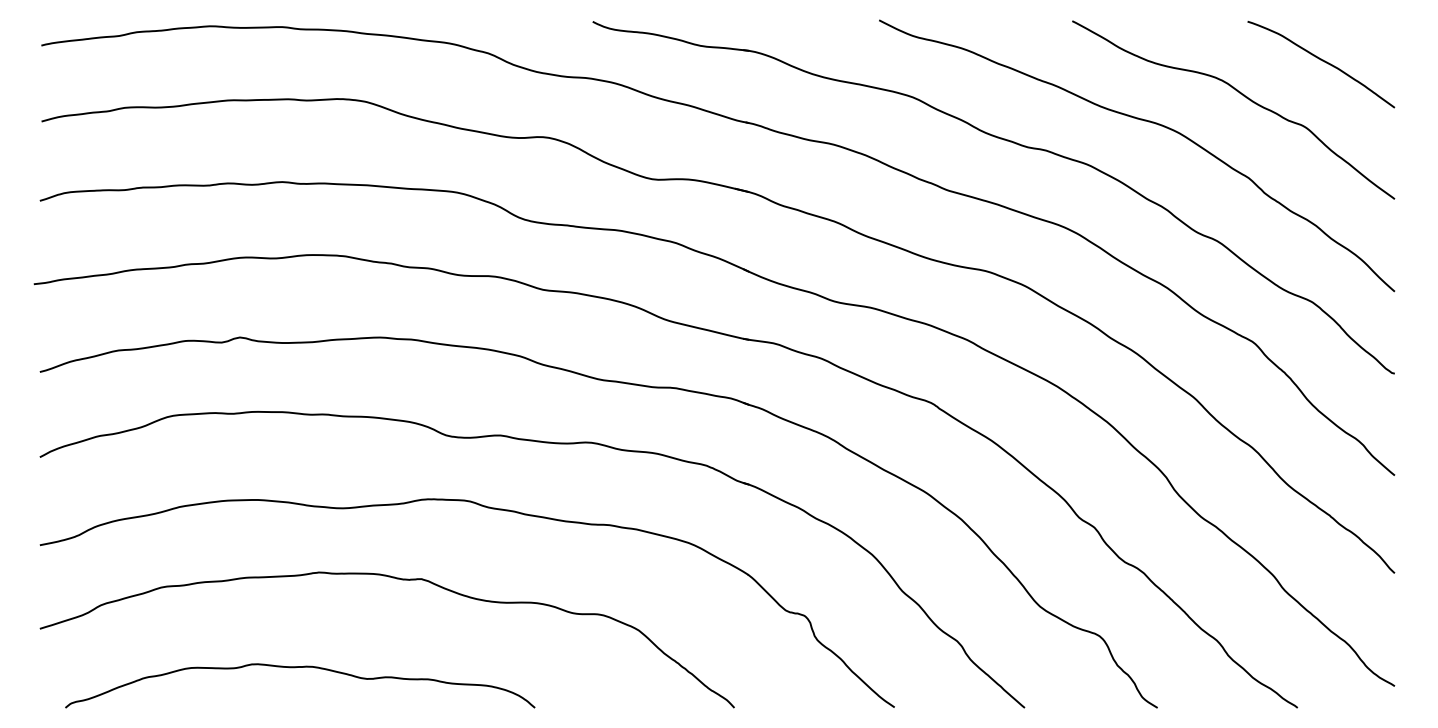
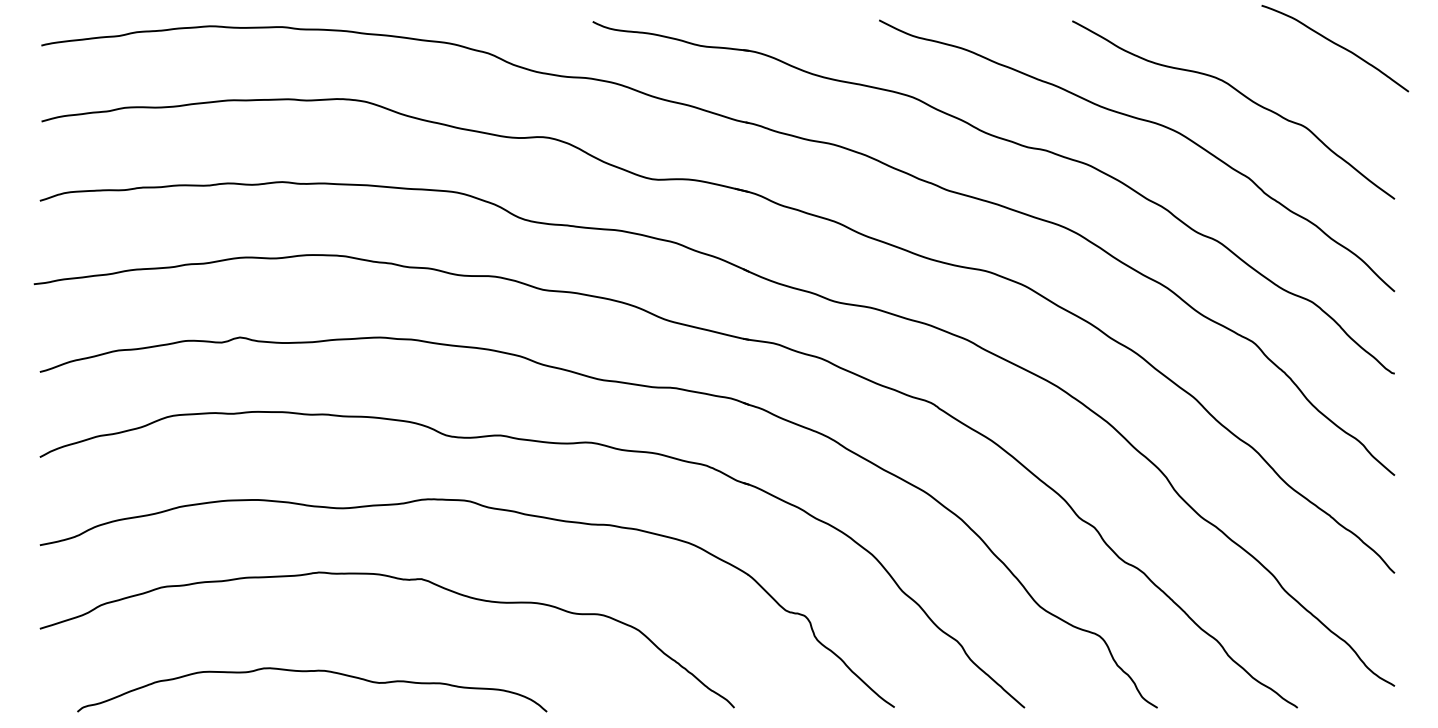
curve at (1322, 61) position: (1322, 61) -> (1336, 45)
curve at (295, 668) position: (295, 668) -> (307, 672)
